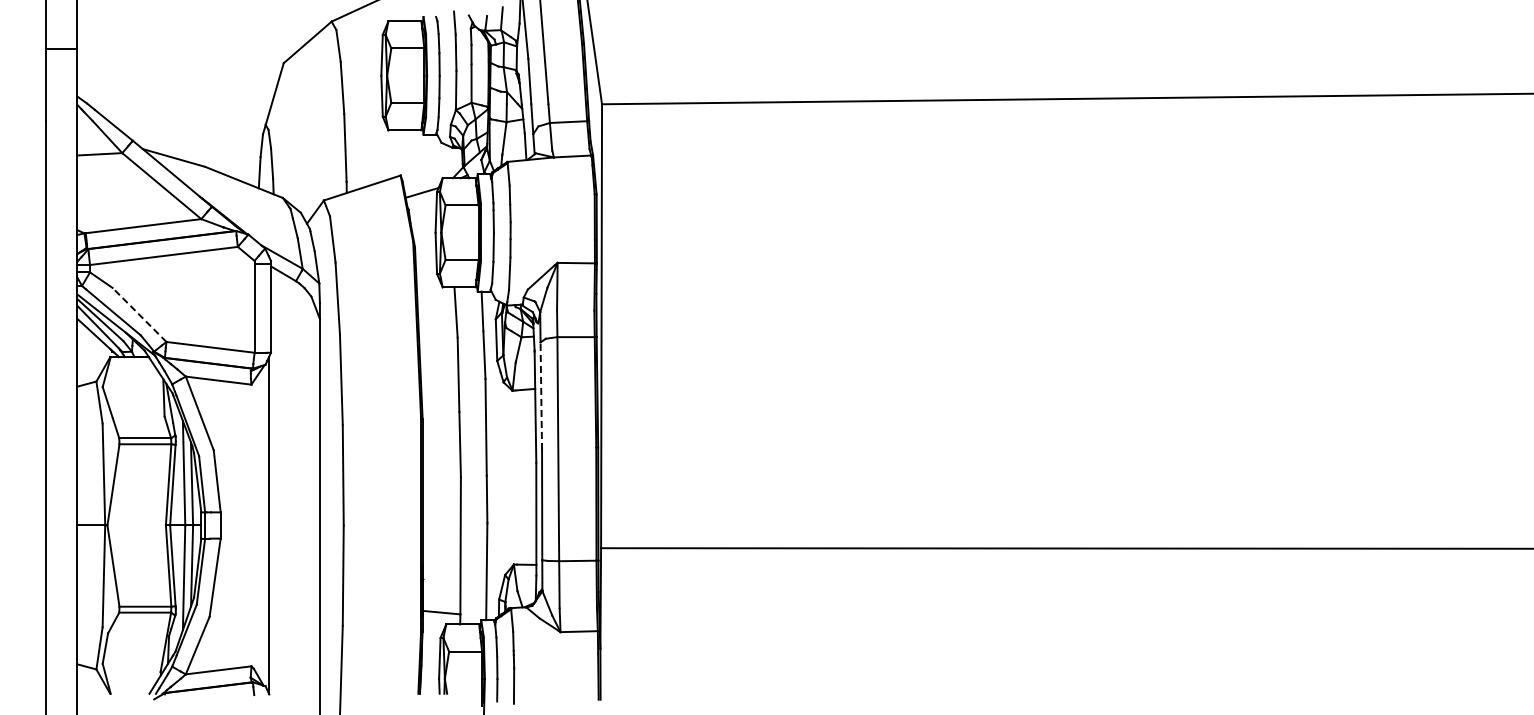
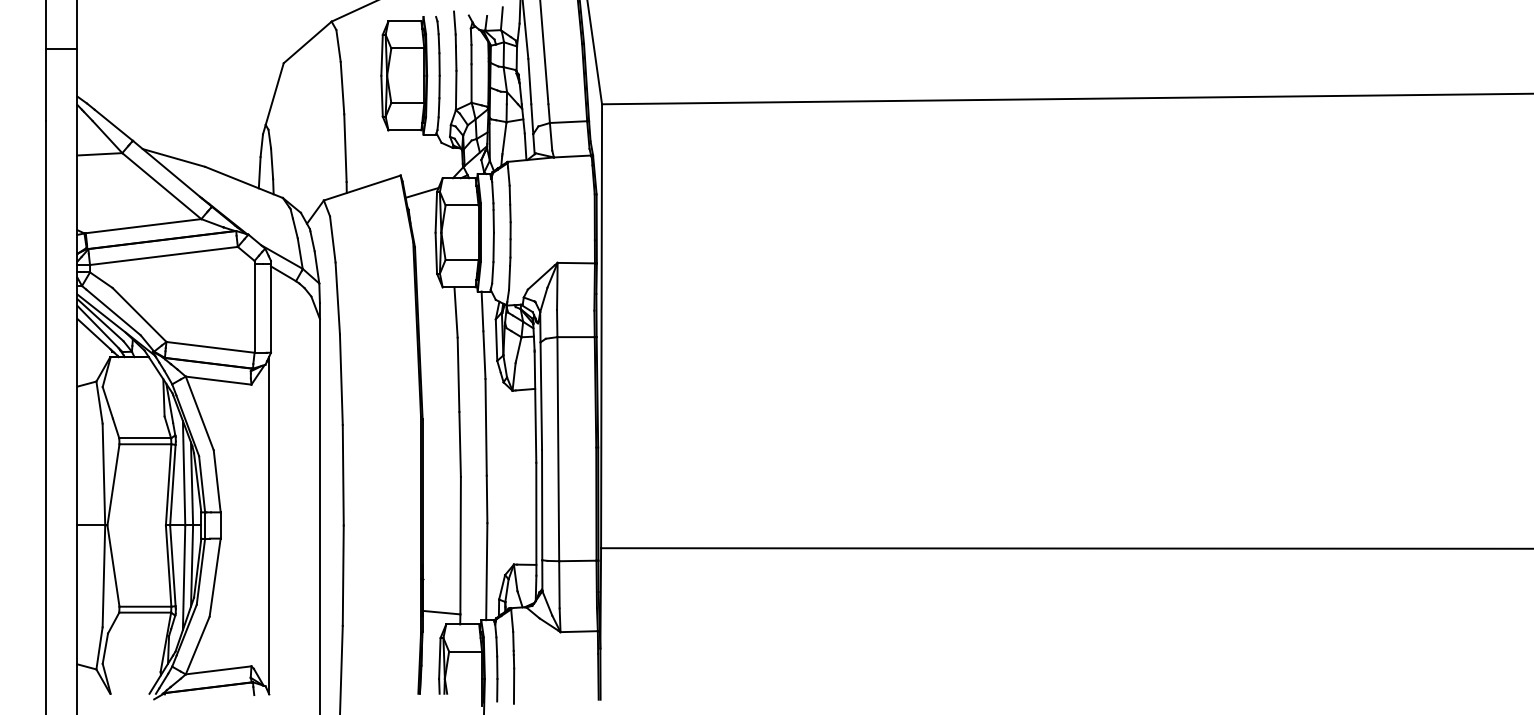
line at (139, 314): dashed -> solid
line at (541, 396): dashed -> solid
